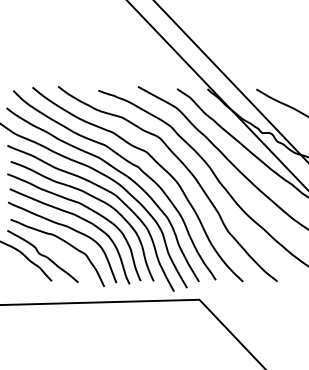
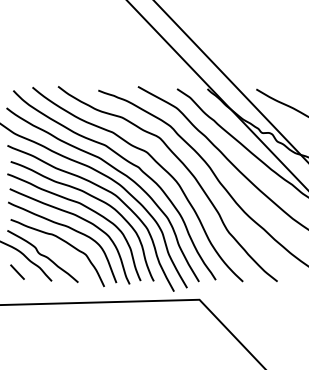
line at (17, 271): none -> present
